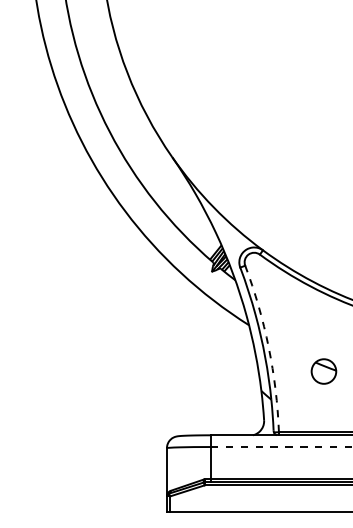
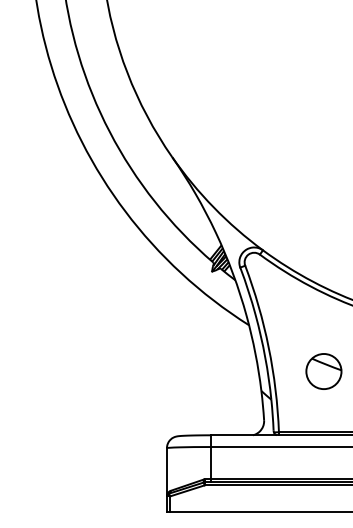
arc at (268, 347): dashed -> solid
part at (323, 371) size: 28x27 px -> 38x37 px
line at (281, 447): dashed -> solid
